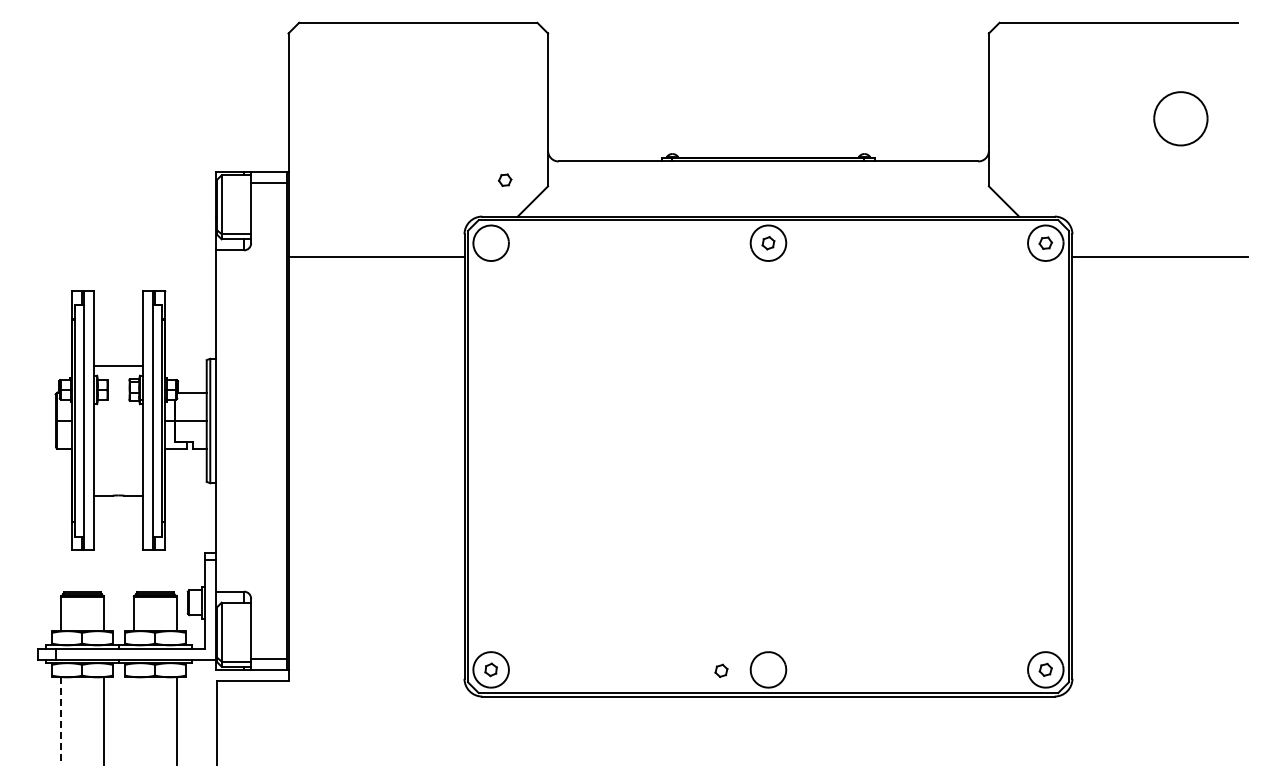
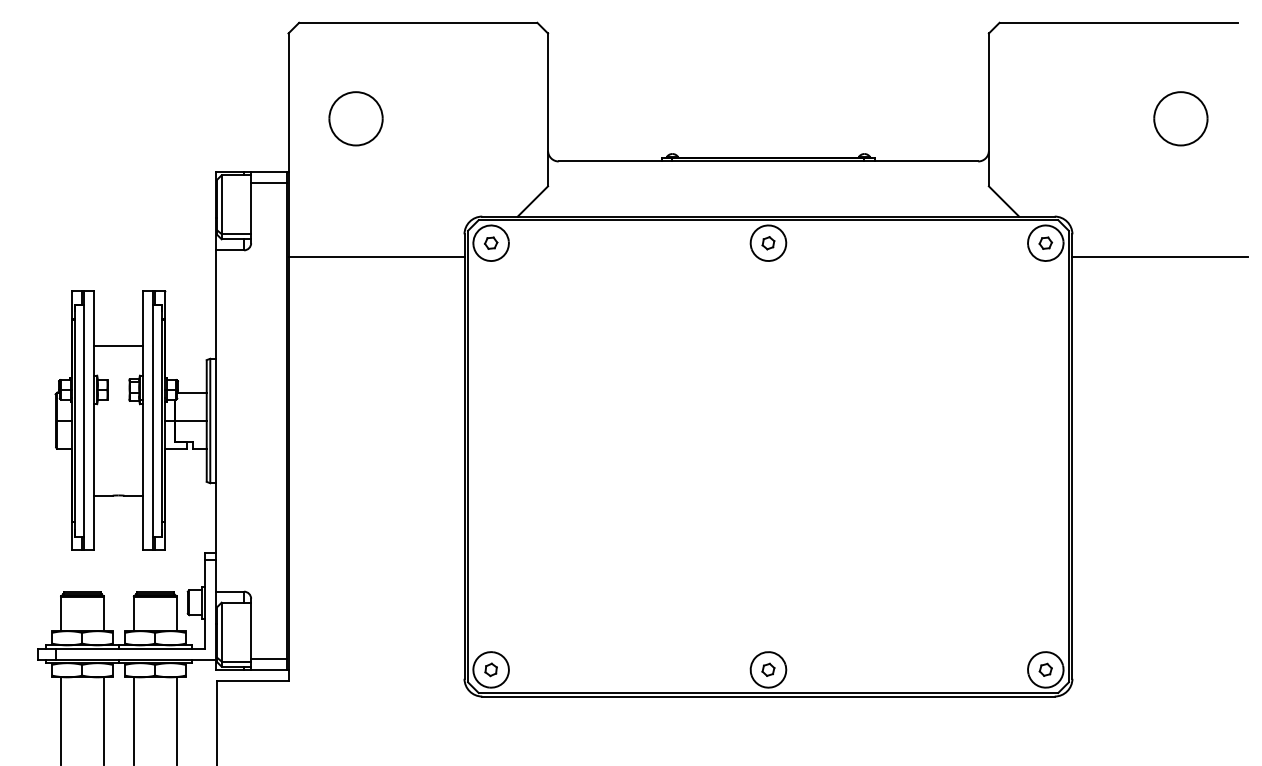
part at (355, 118): none -> present
part at (505, 179) position: (505, 179) -> (491, 242)
line at (118, 366) position: (118, 366) -> (118, 346)
part at (721, 670) position: (721, 670) -> (768, 669)
line at (134, 719): none -> present
line at (61, 721): dashed -> solid
